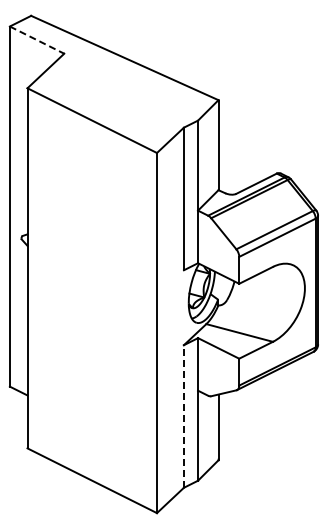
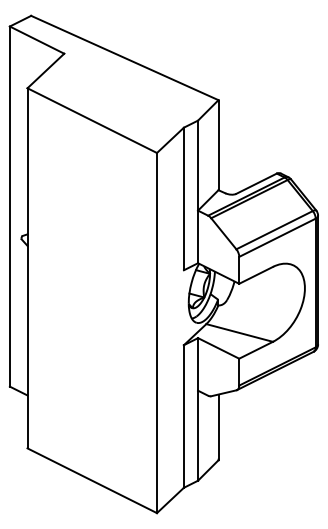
line at (37, 40): dashed -> solid
line at (183, 415): dashed -> solid
